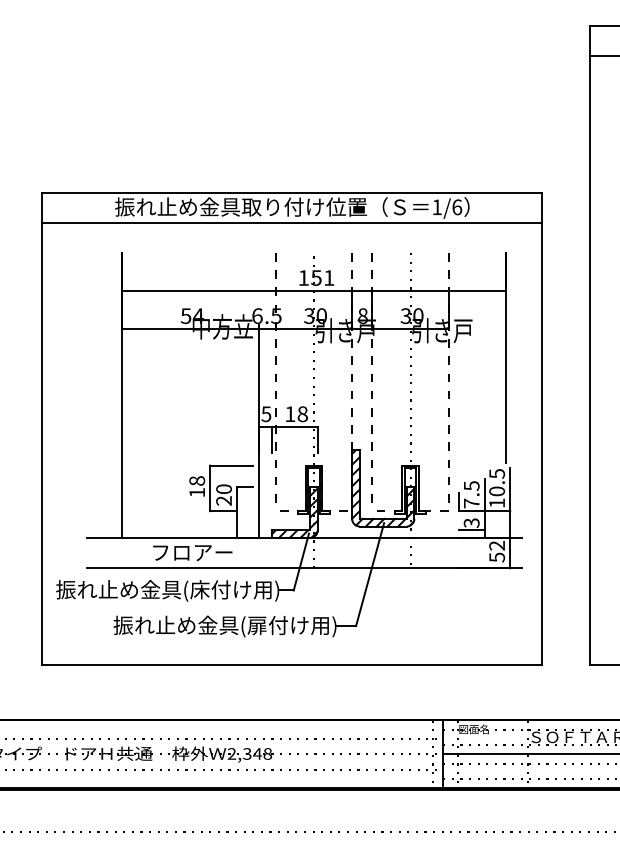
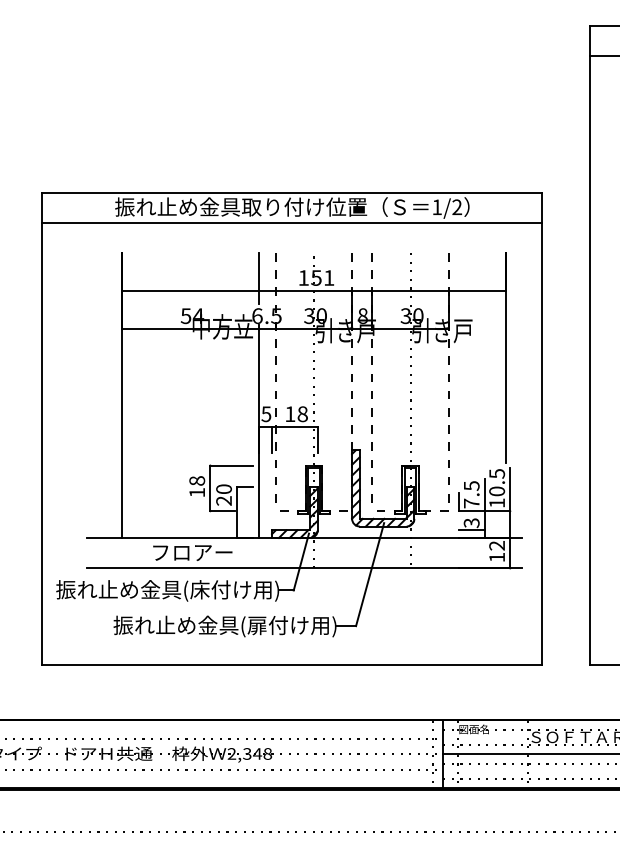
text at (457, 207): 1/6 -> 1/2
line at (259, 278): none -> present
text at (497, 557): 52 -> 12
